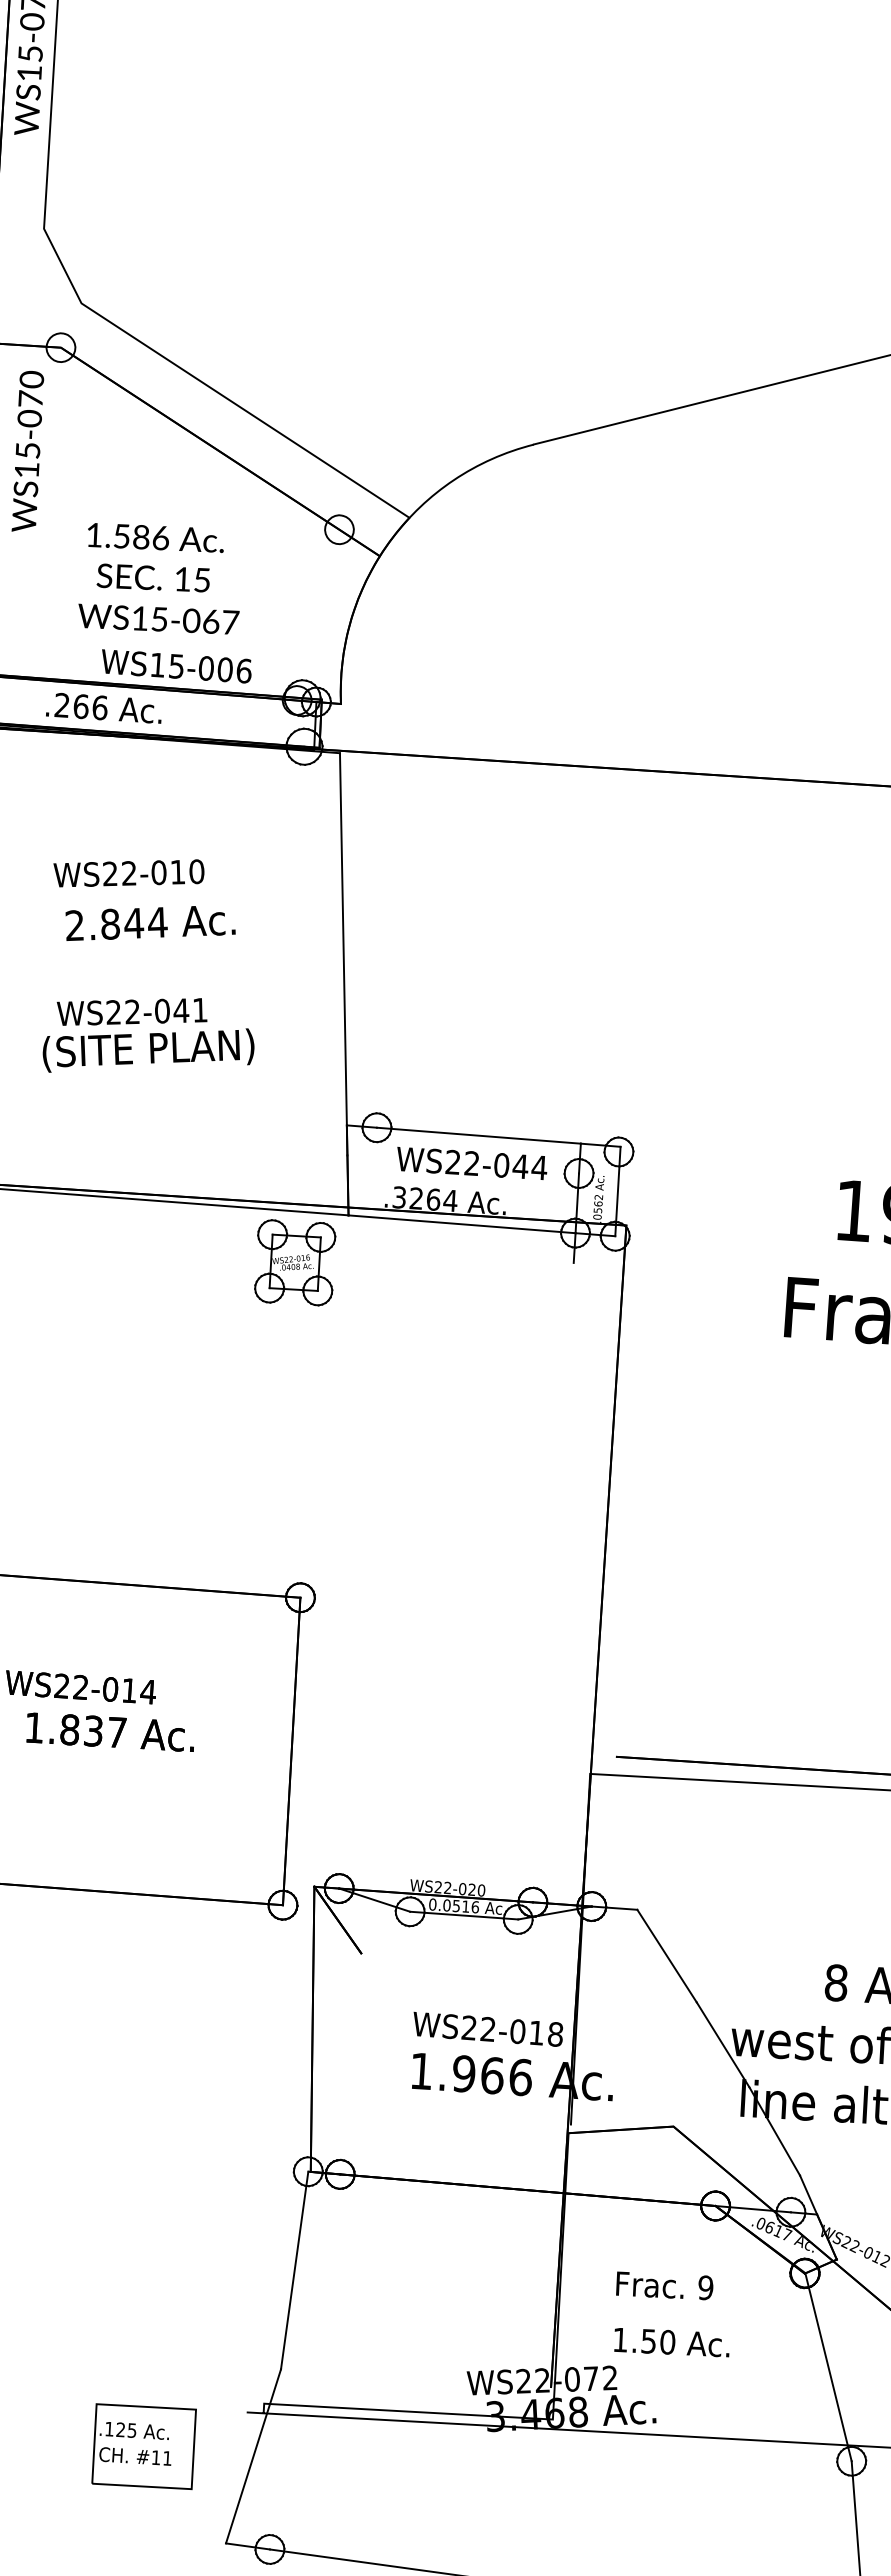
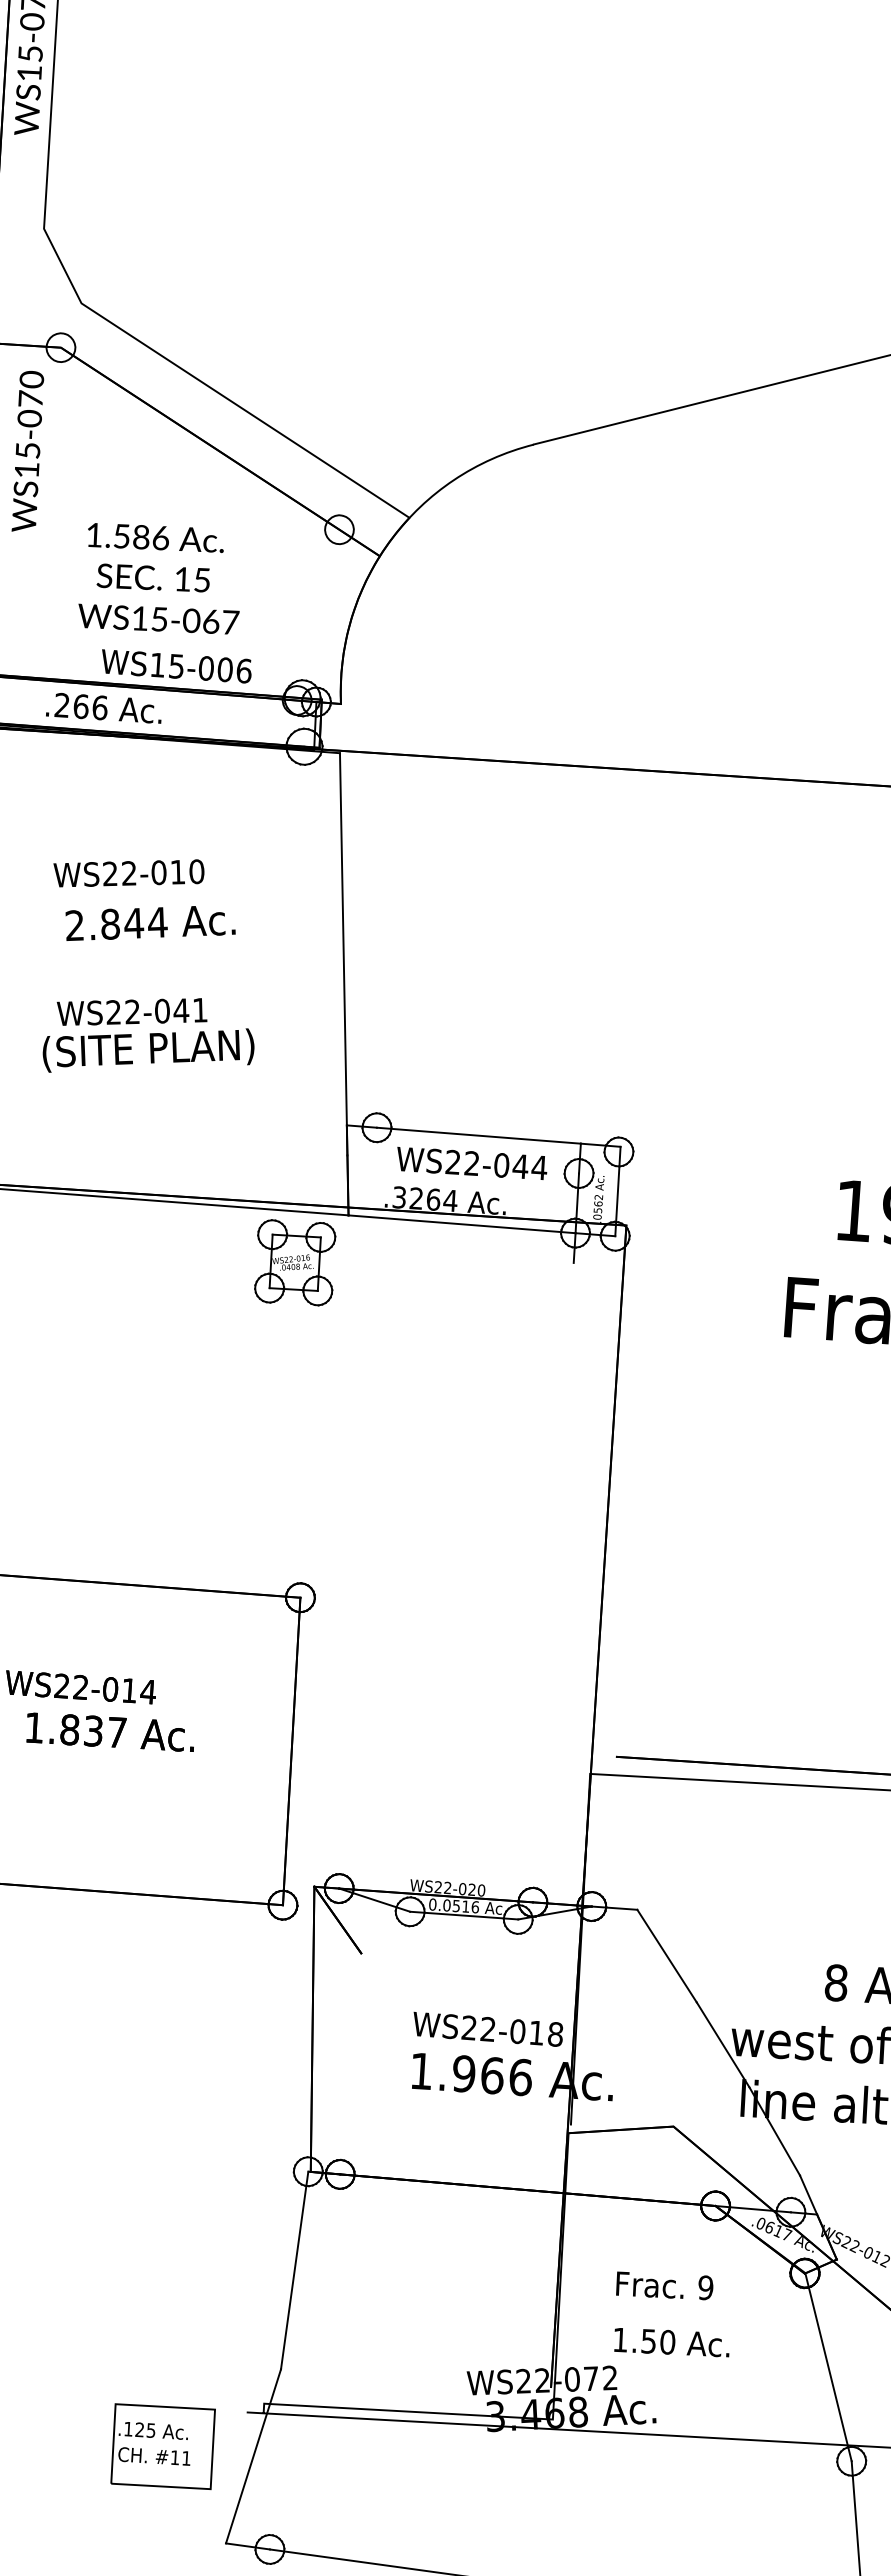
part at (143, 2446) position: (143, 2446) -> (162, 2446)
